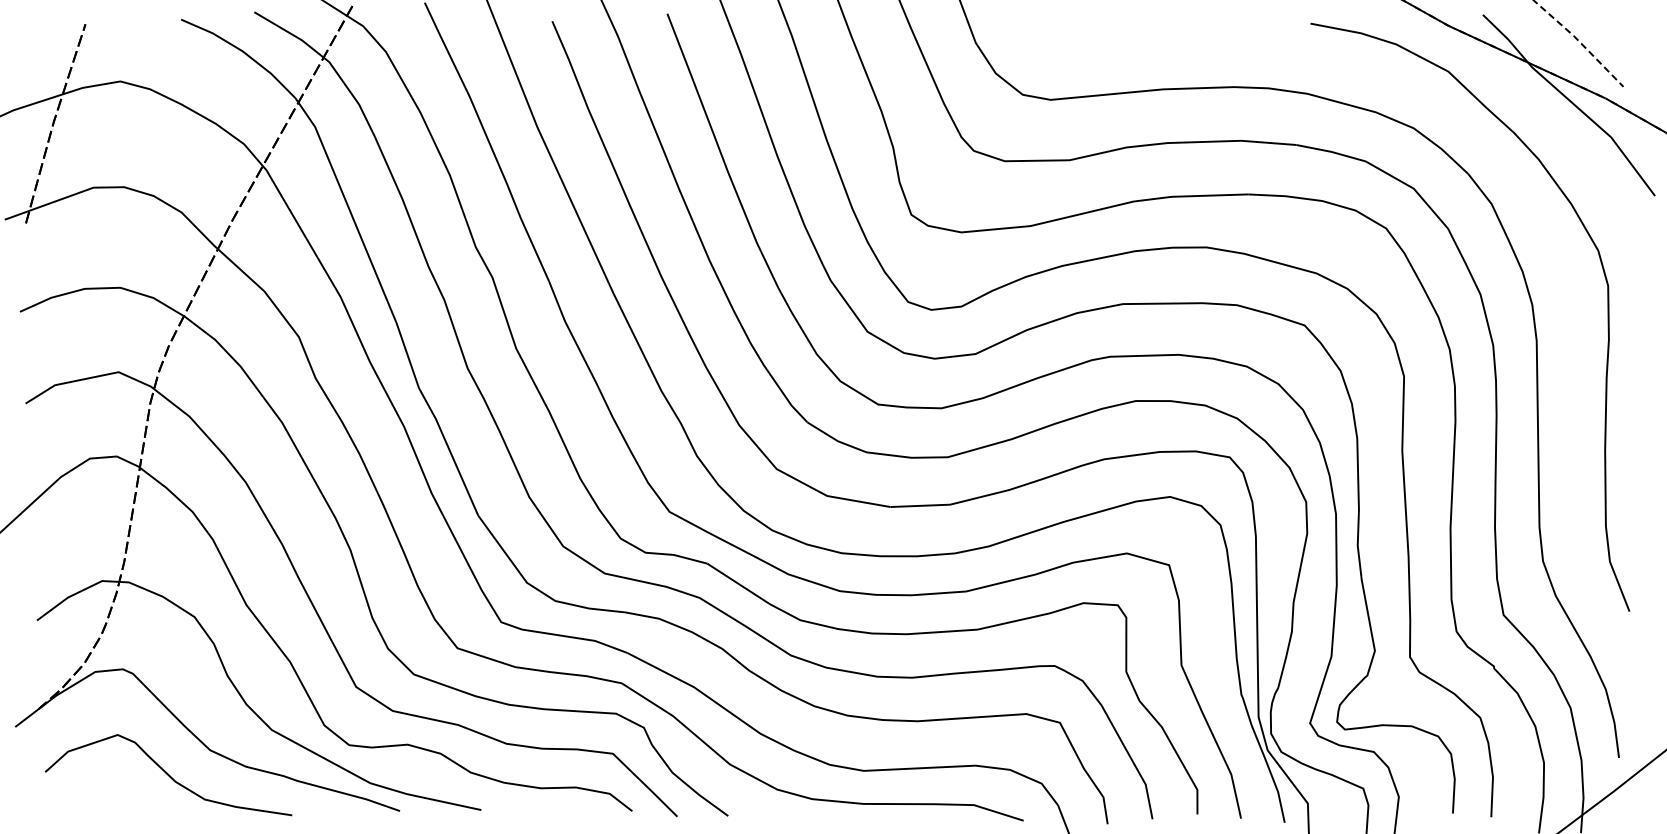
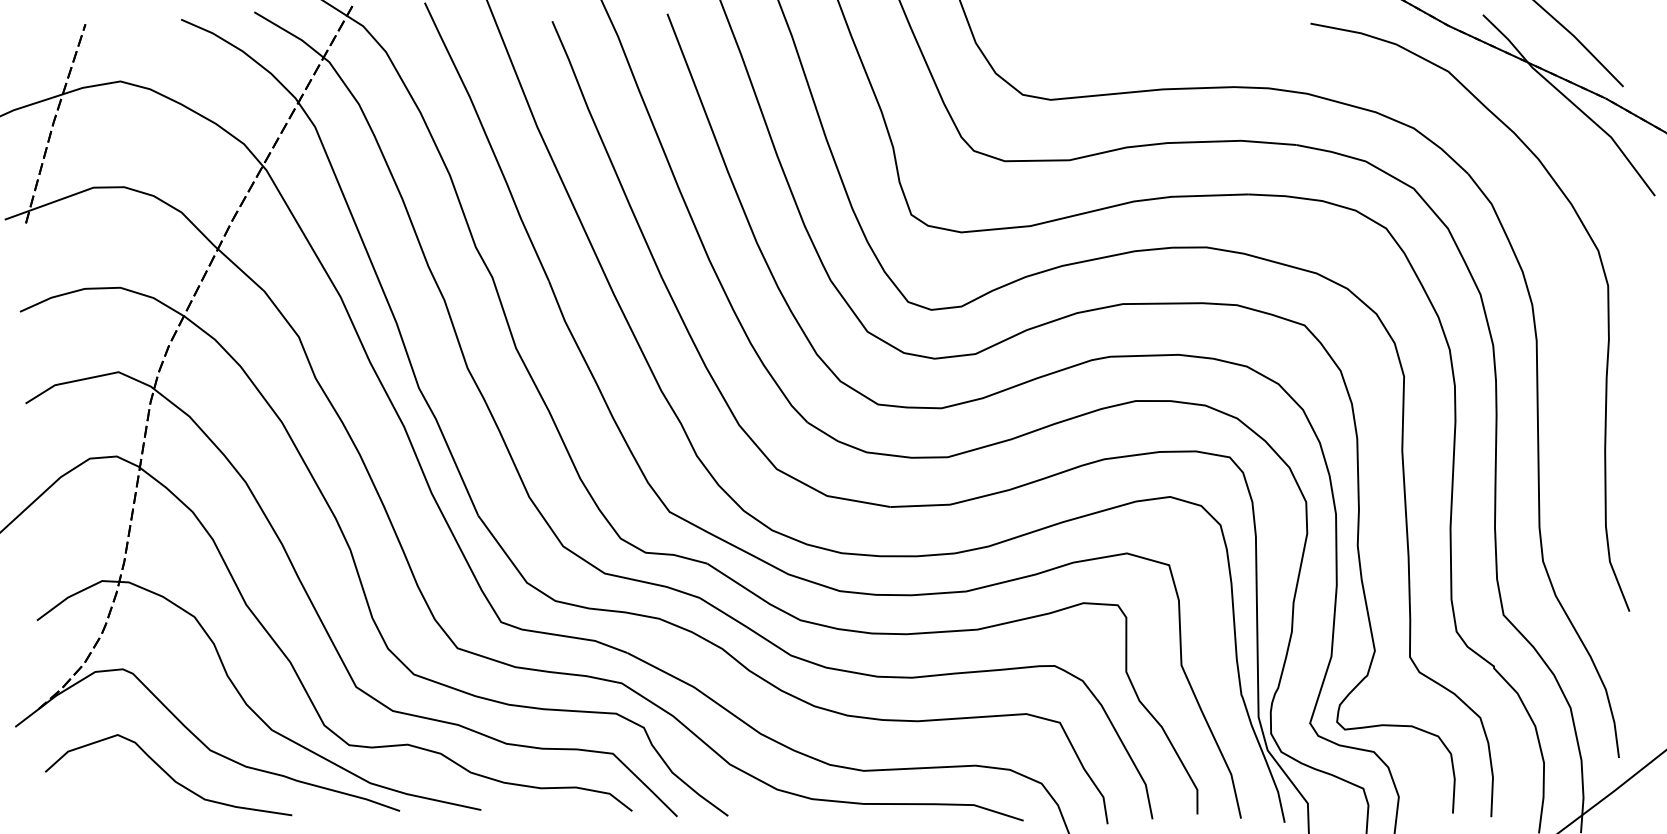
line at (1579, 41): dashed -> solid
